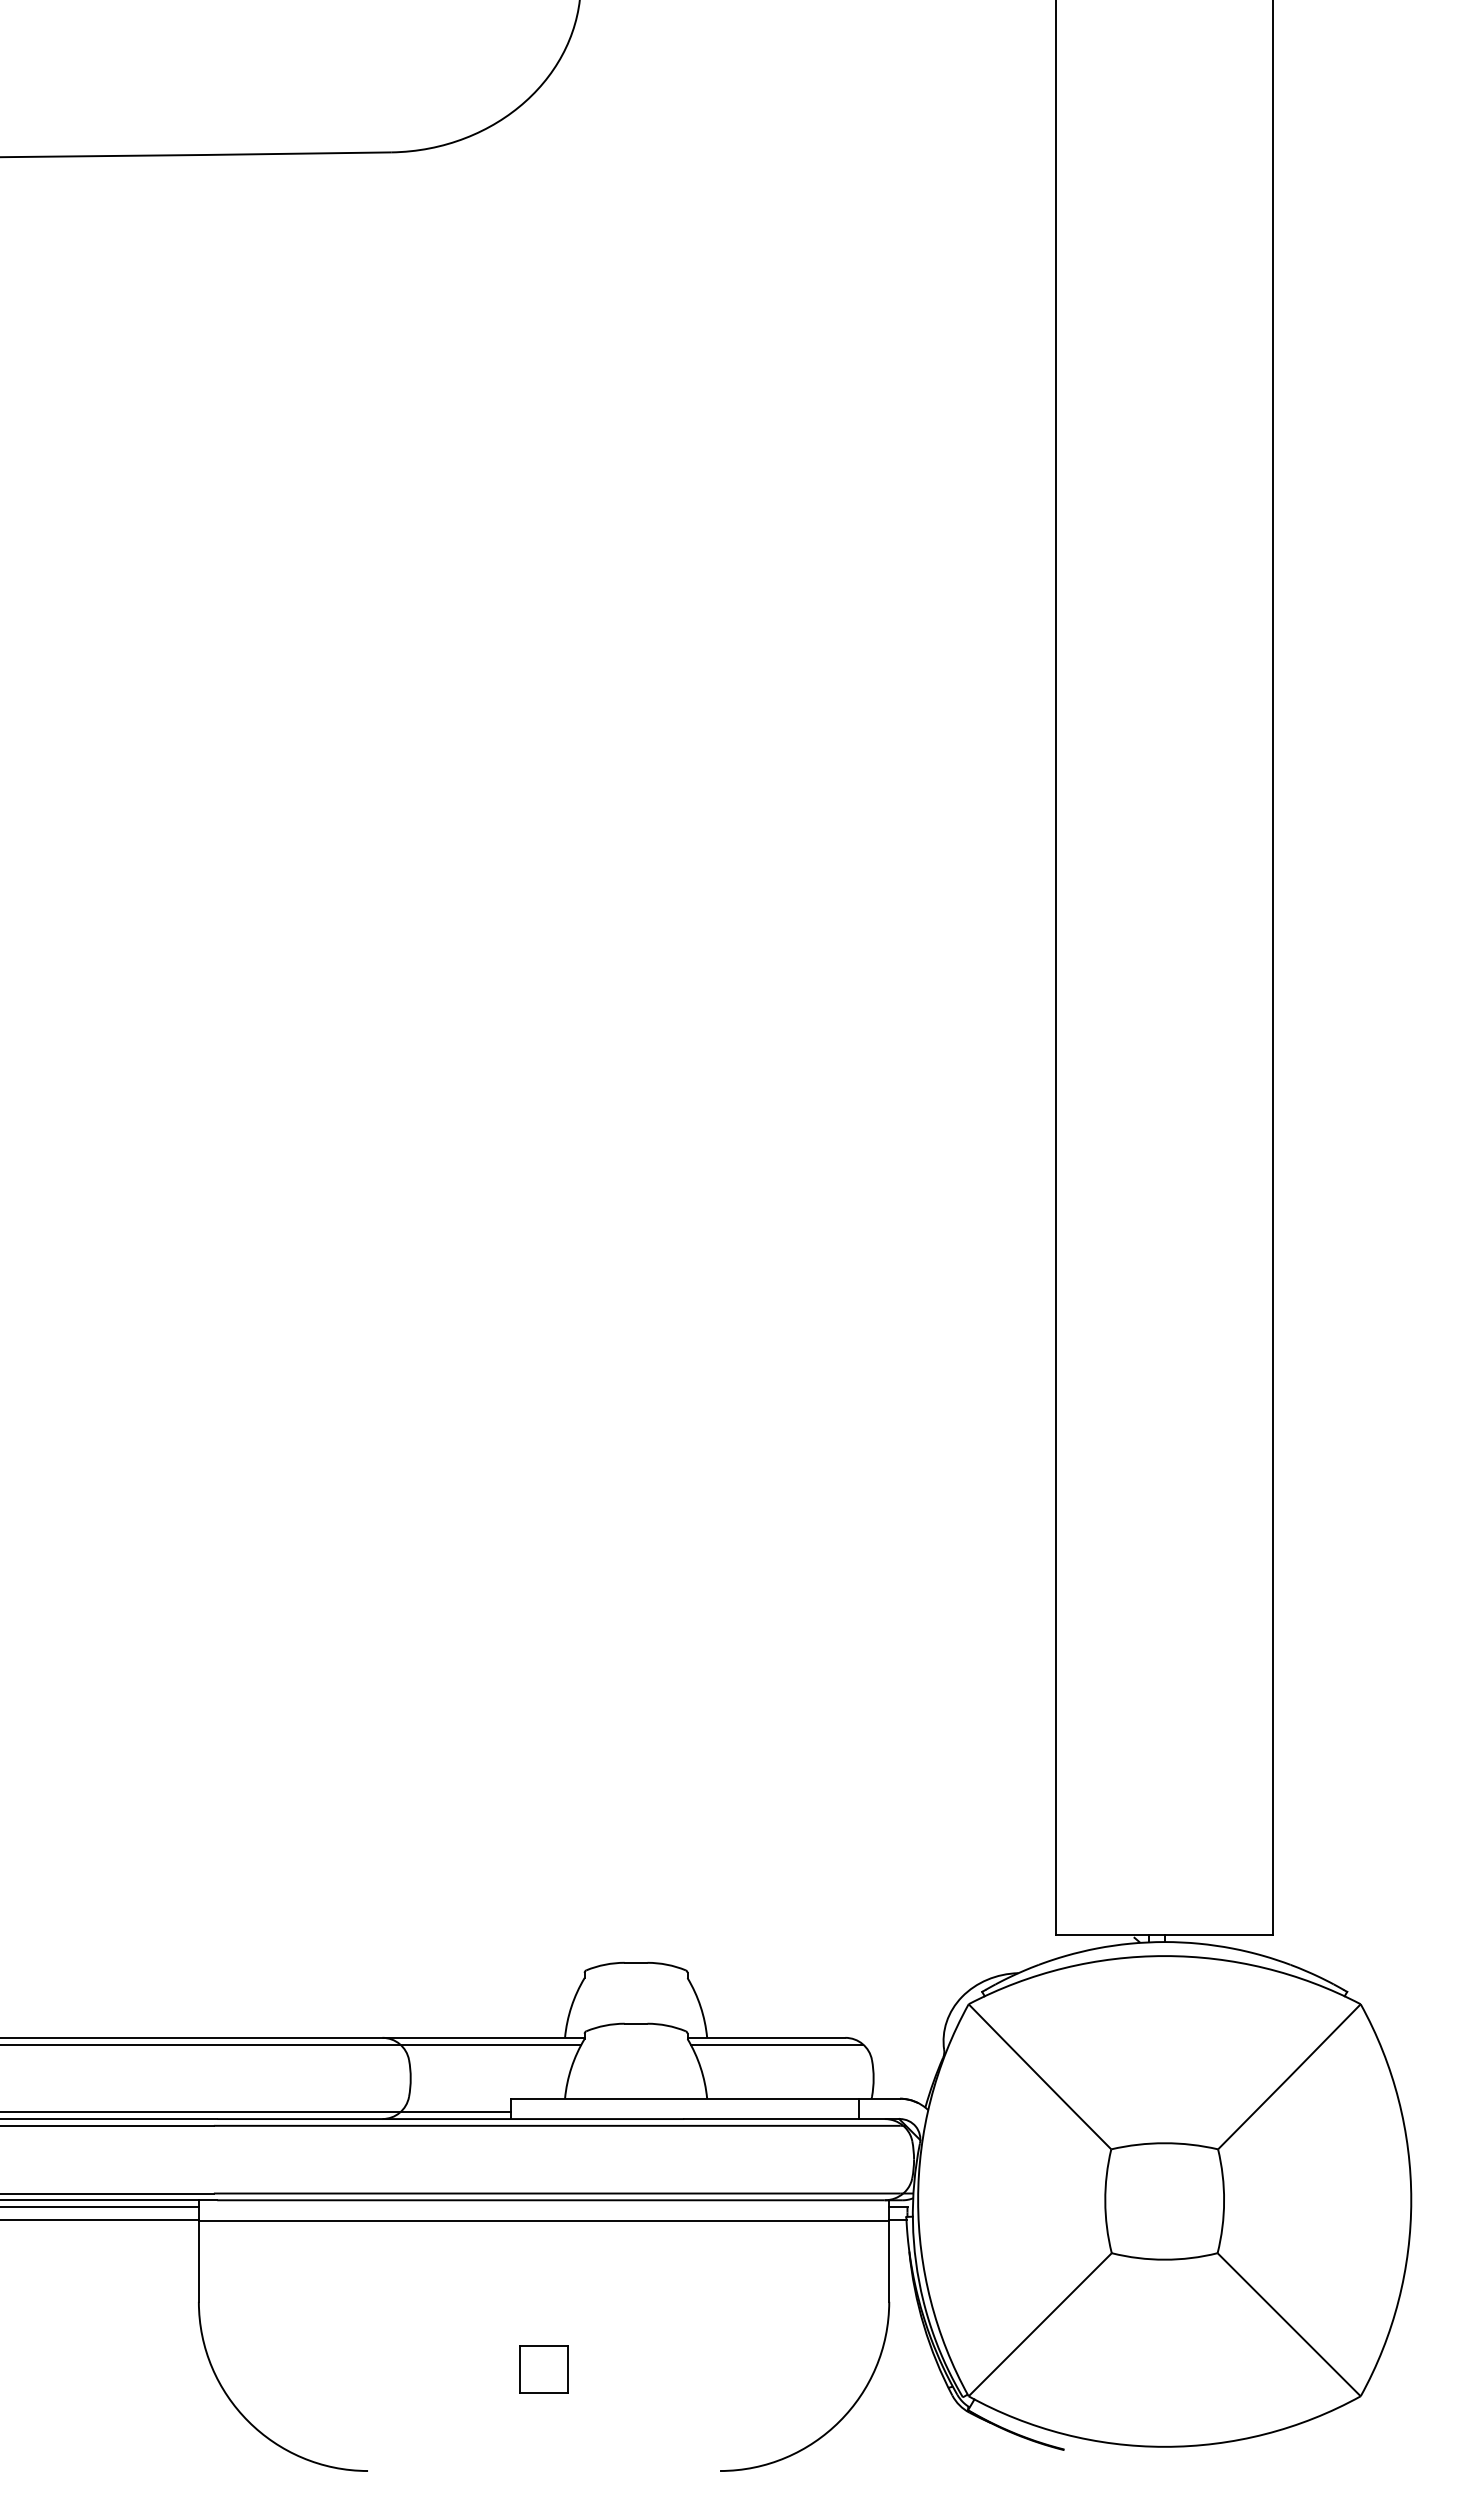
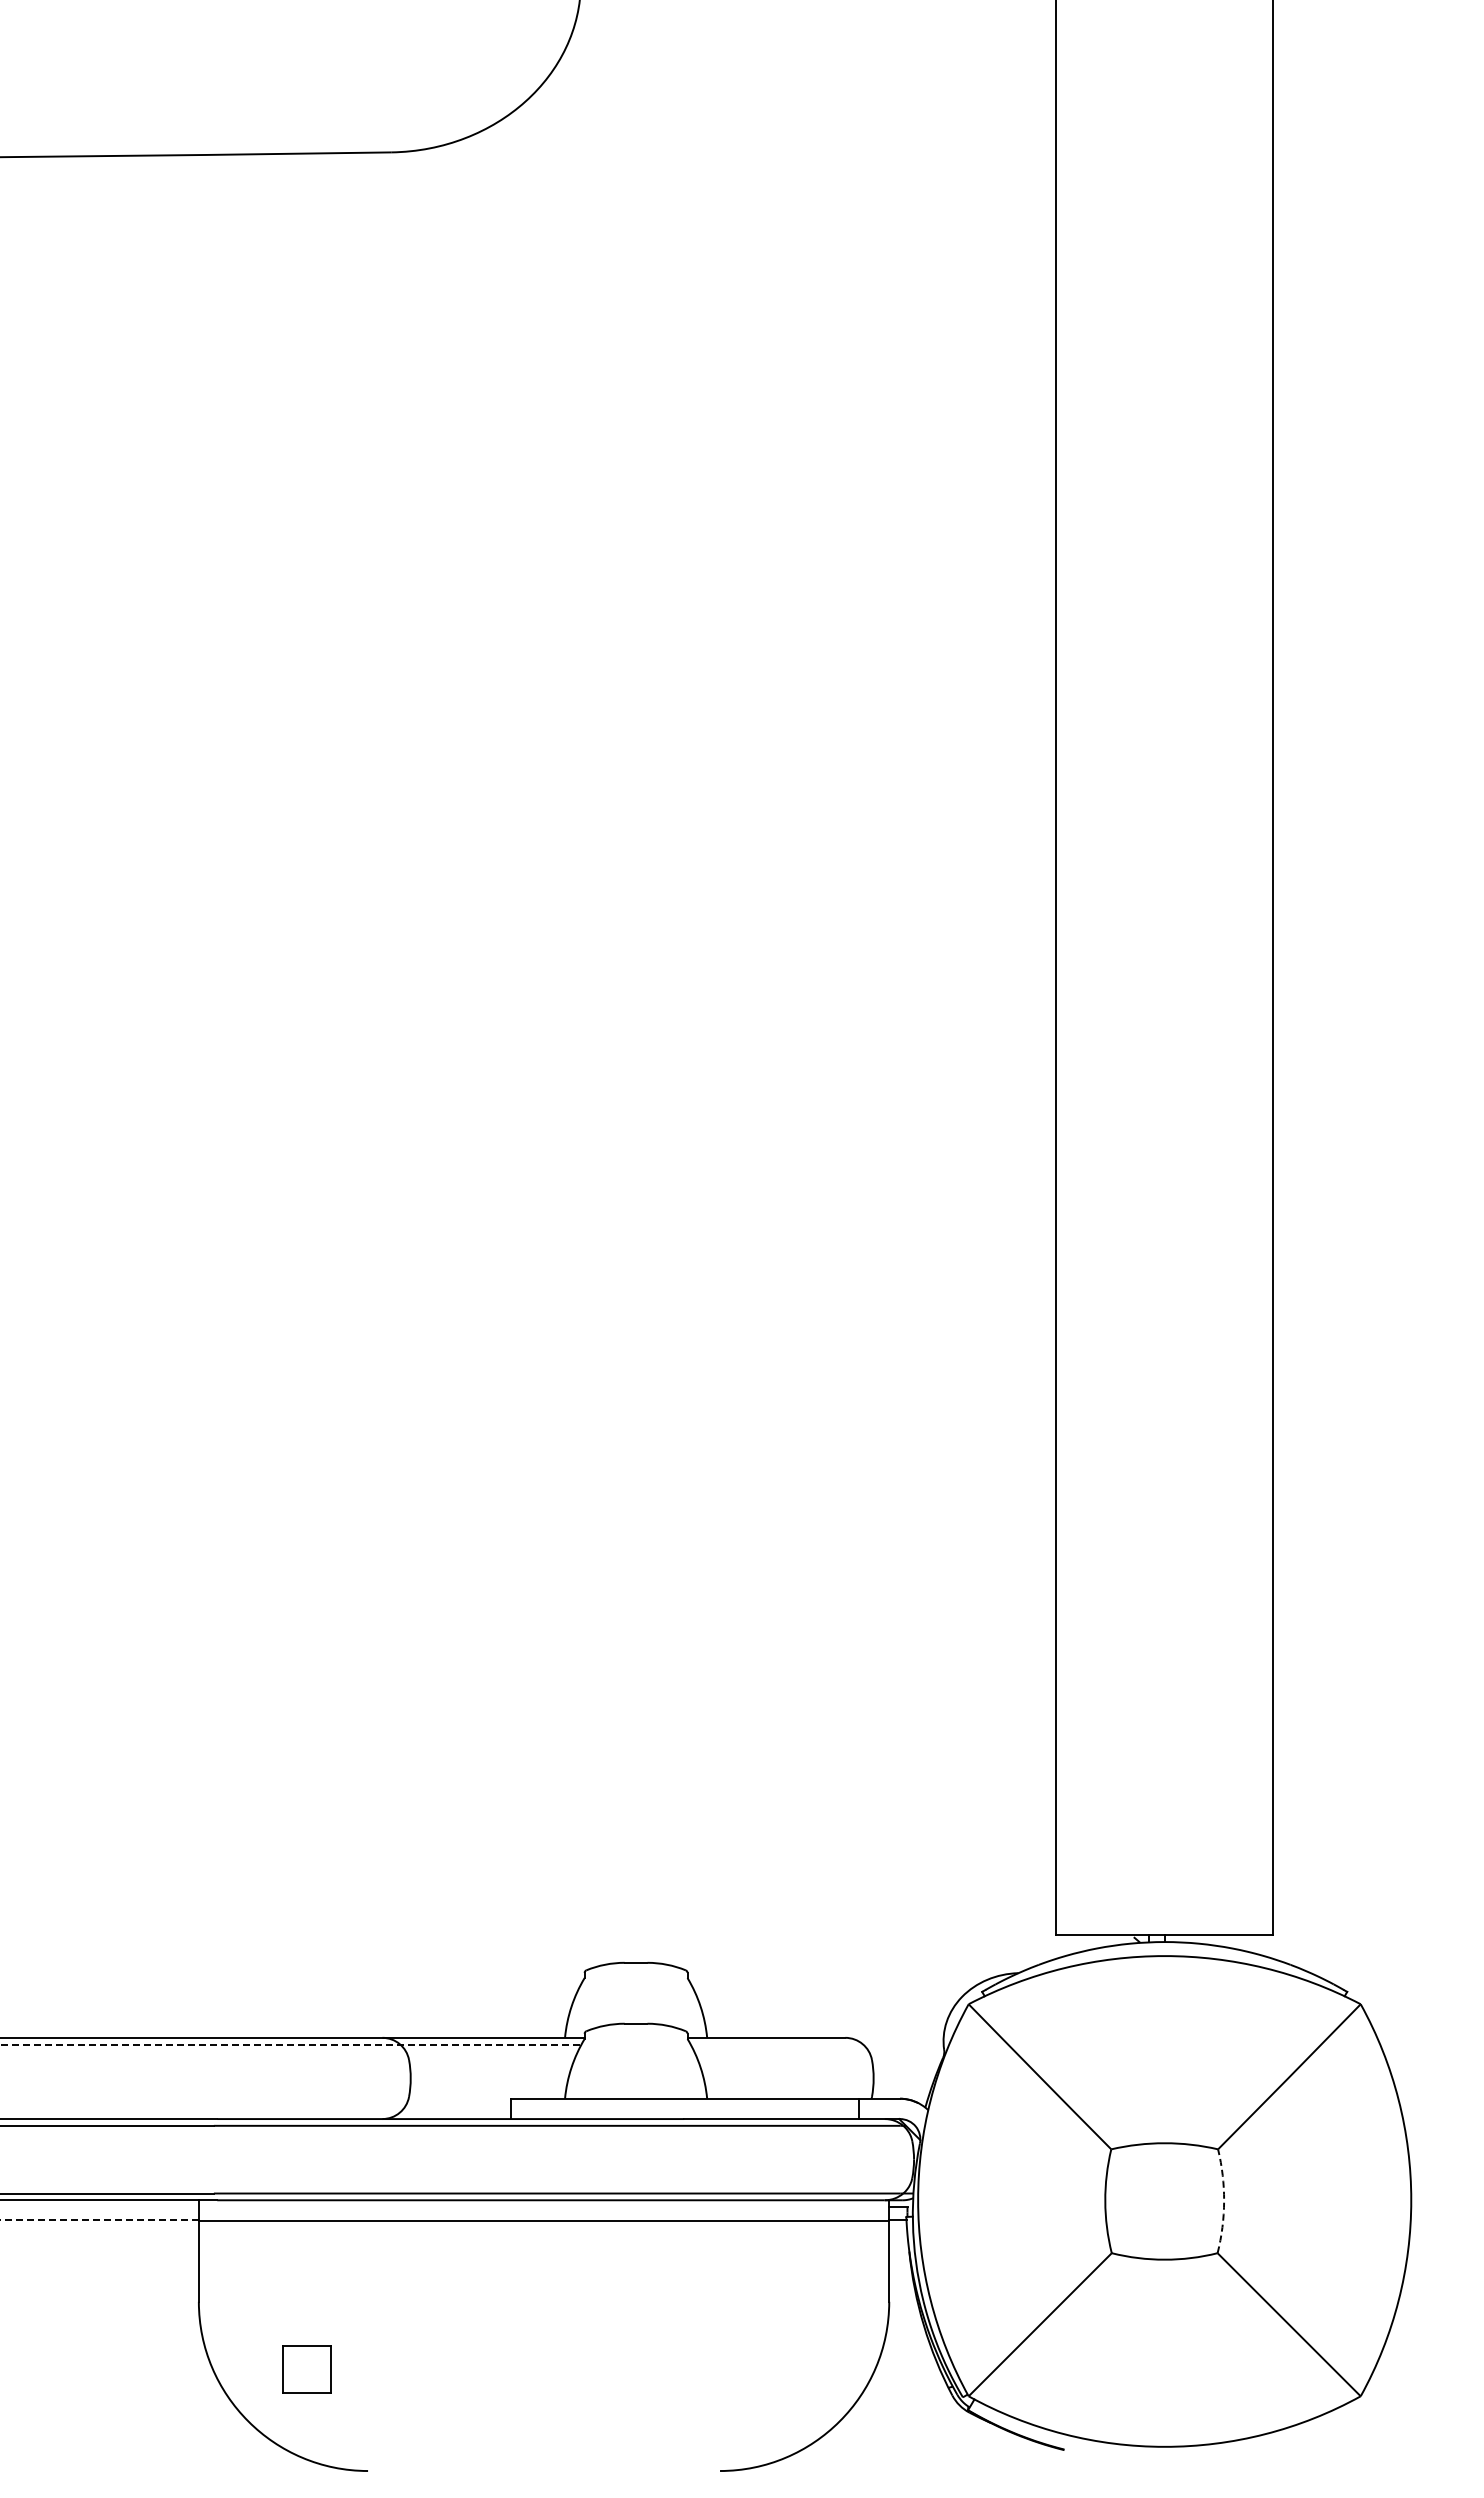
line at (291, 2044): solid -> dashed
line at (776, 2044): present -> none
line at (256, 2112): present -> none
arc at (1224, 2201): solid -> dashed
line at (100, 2207): present -> none
line at (99, 2220): solid -> dashed
part at (543, 2369) position: (543, 2369) -> (306, 2369)
